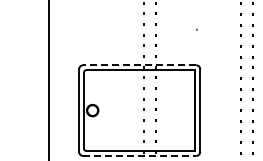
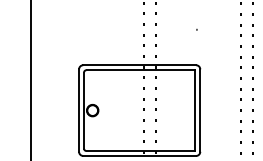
line at (139, 65): dashed -> solid
line at (48, 79) position: (48, 79) -> (30, 79)
line at (140, 155): dashed -> solid
